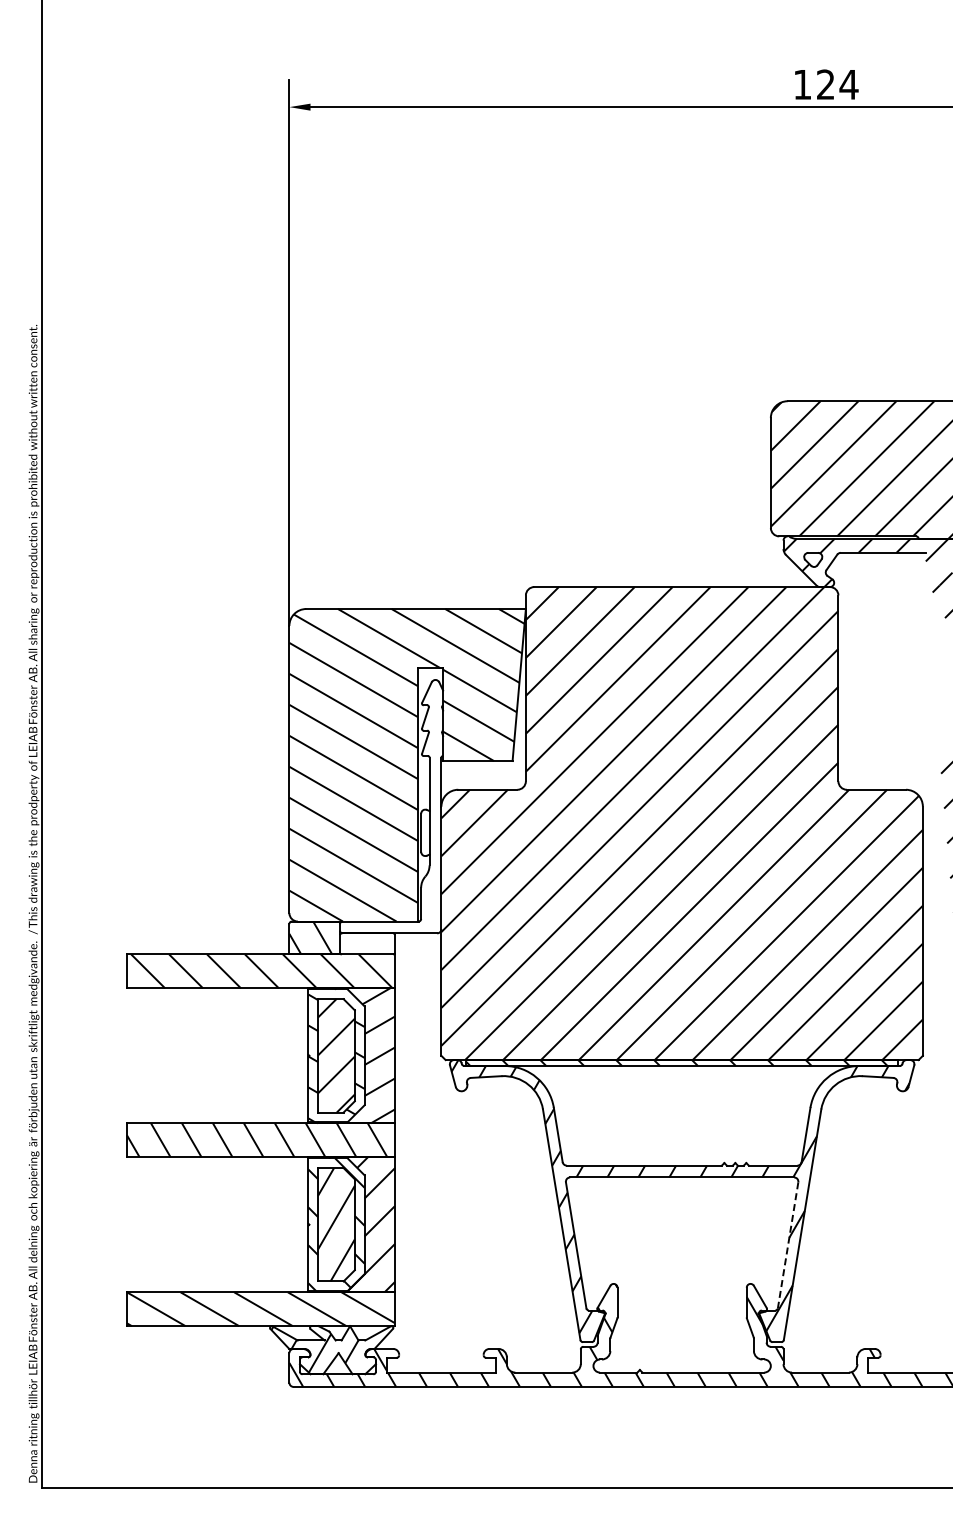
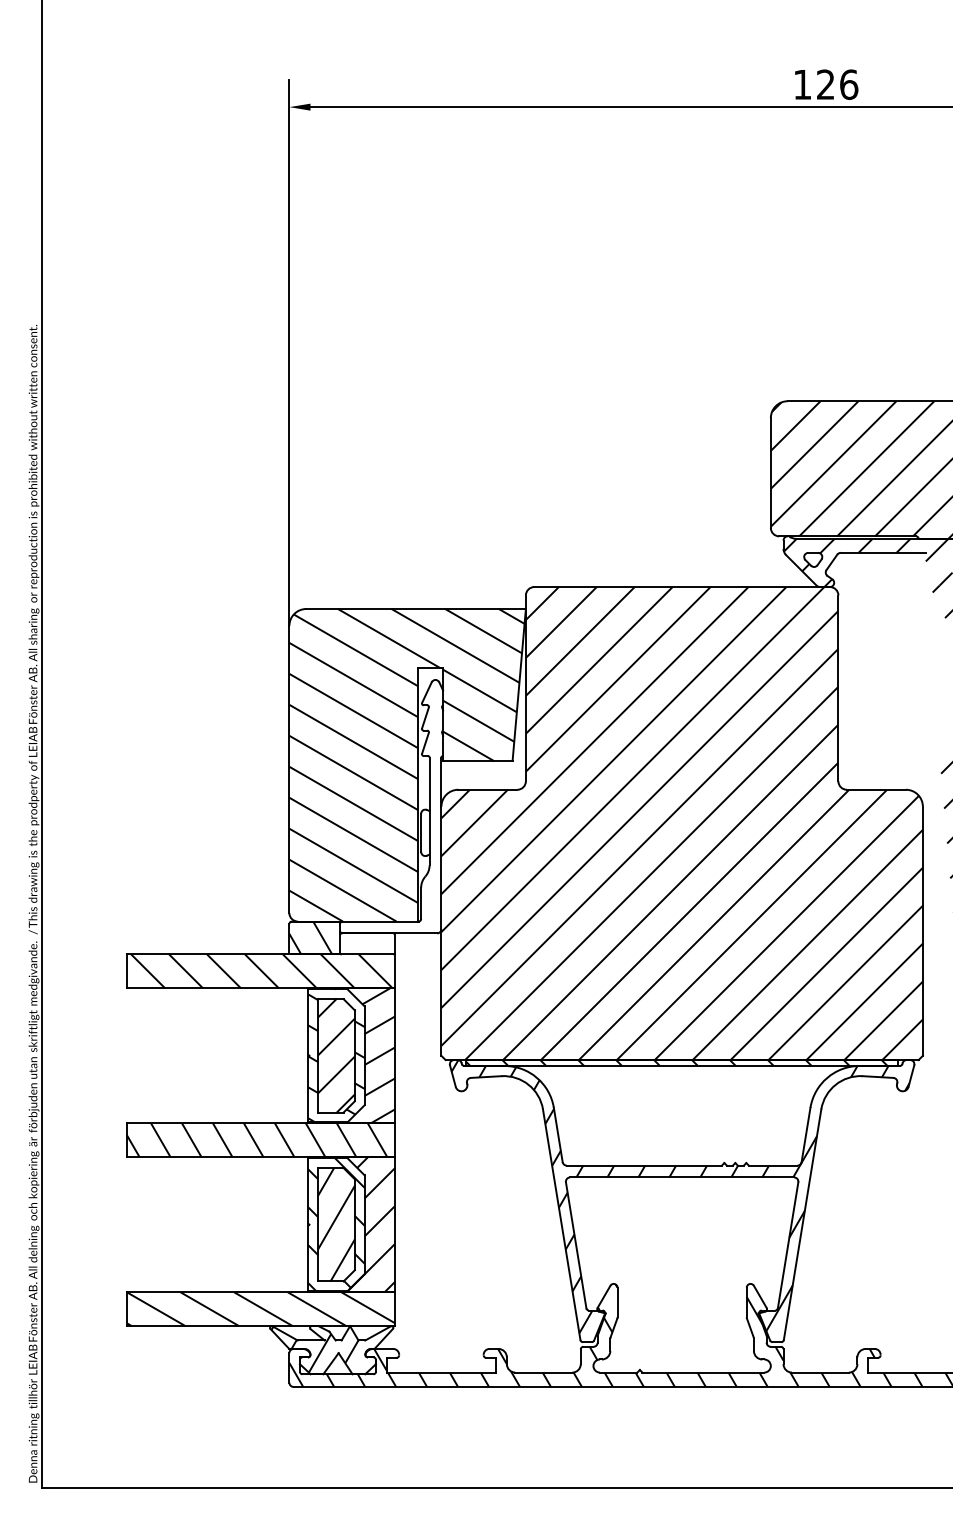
text at (848, 84): 124 -> 126
line at (788, 1245): dashed -> solid
